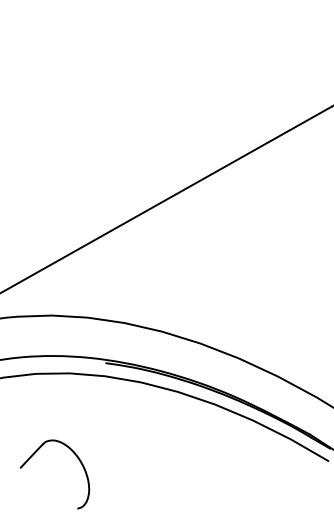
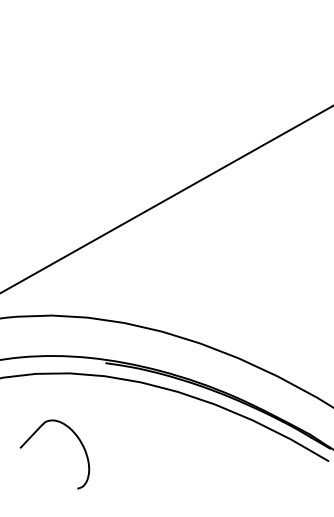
part at (76, 457) position: (76, 457) -> (76, 437)
